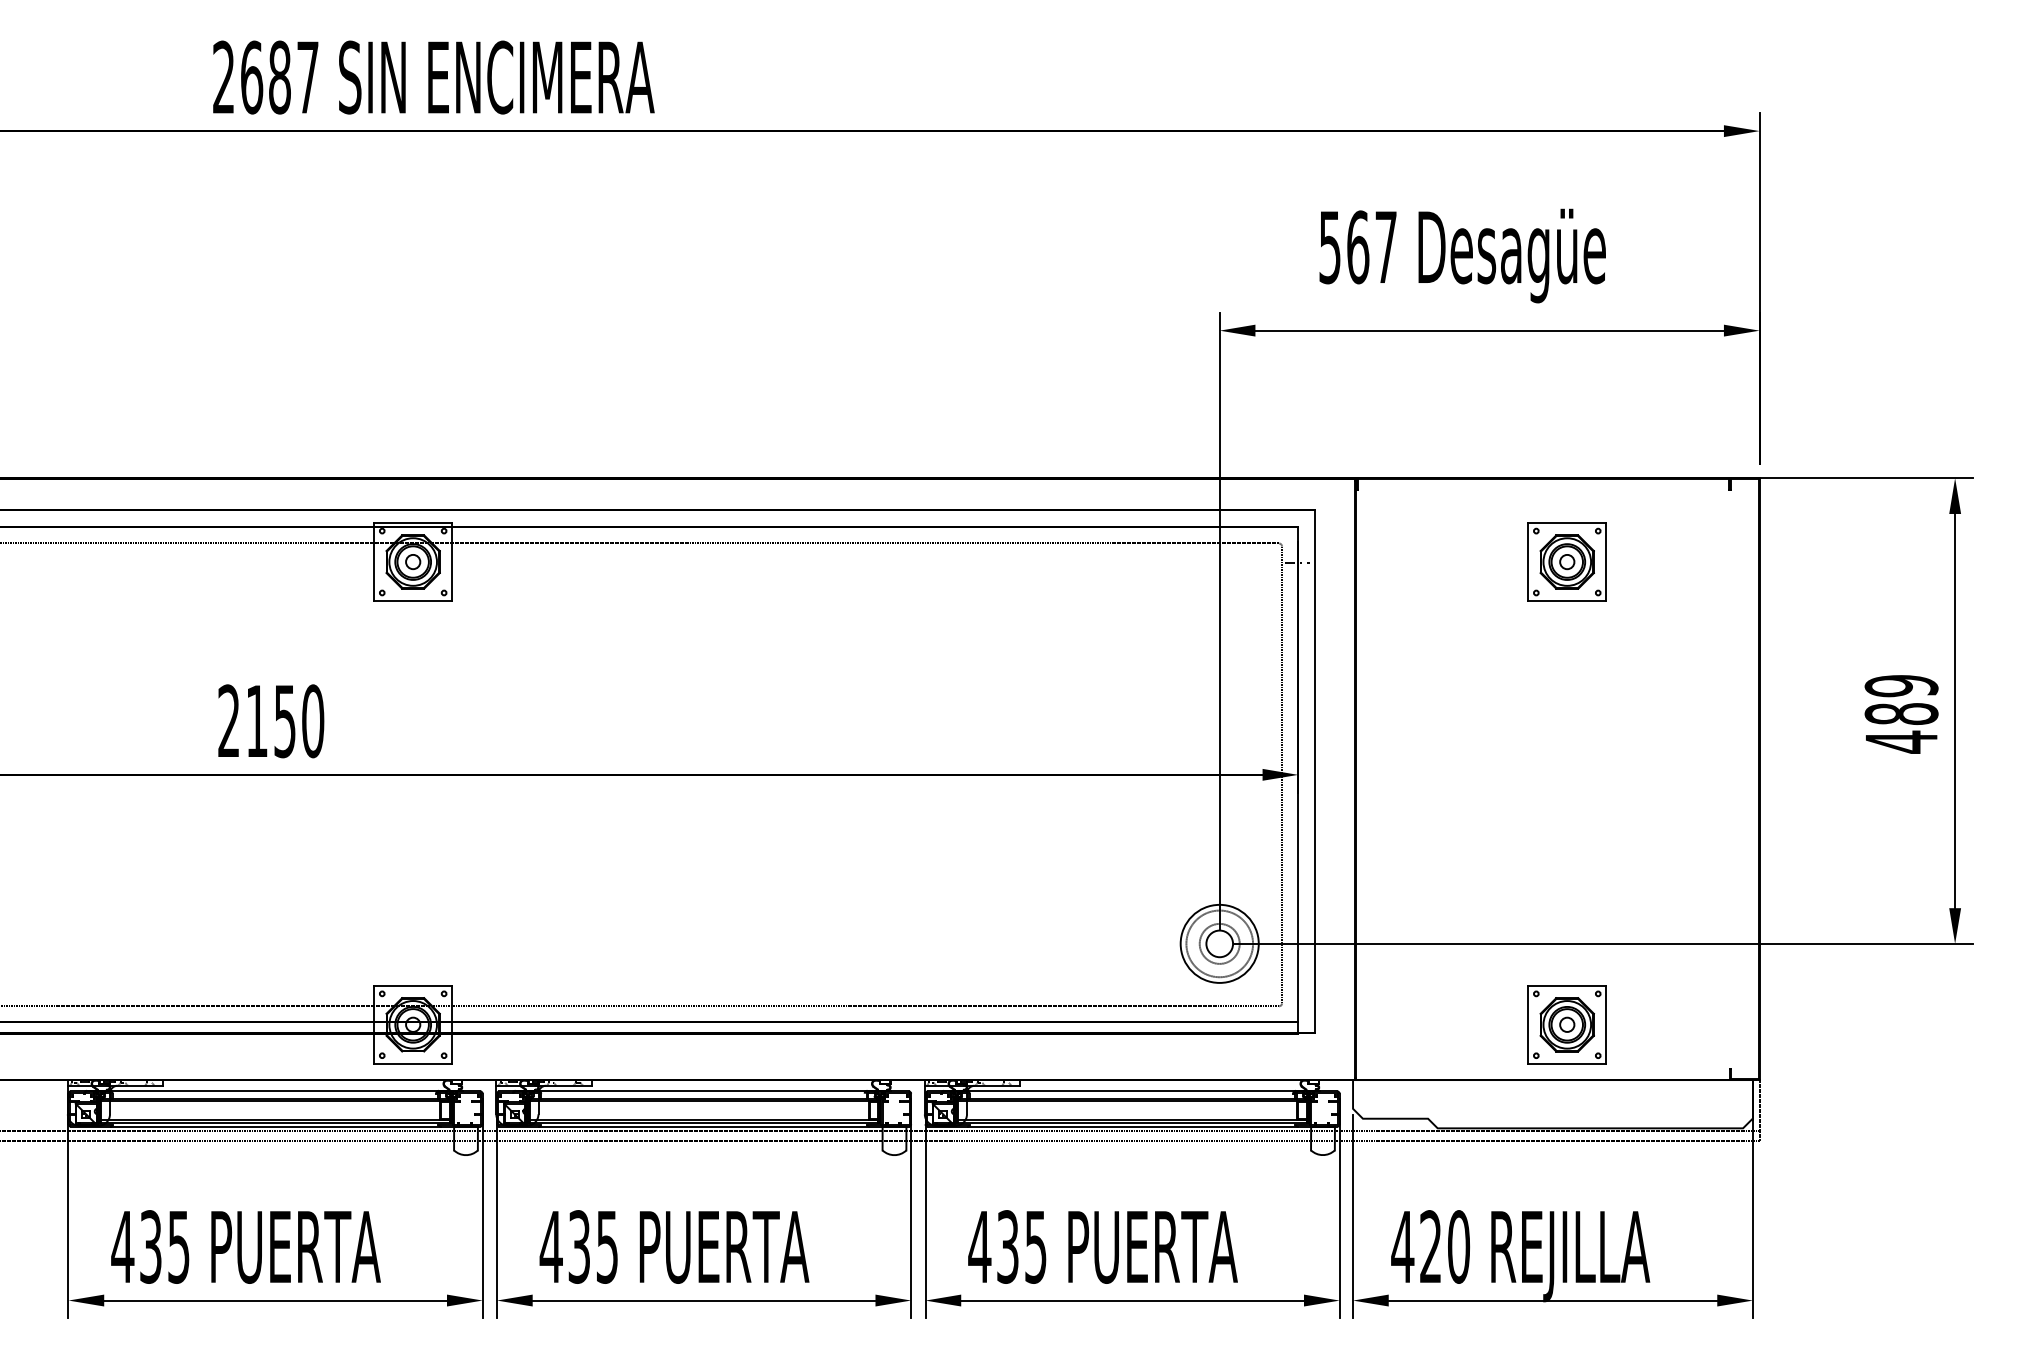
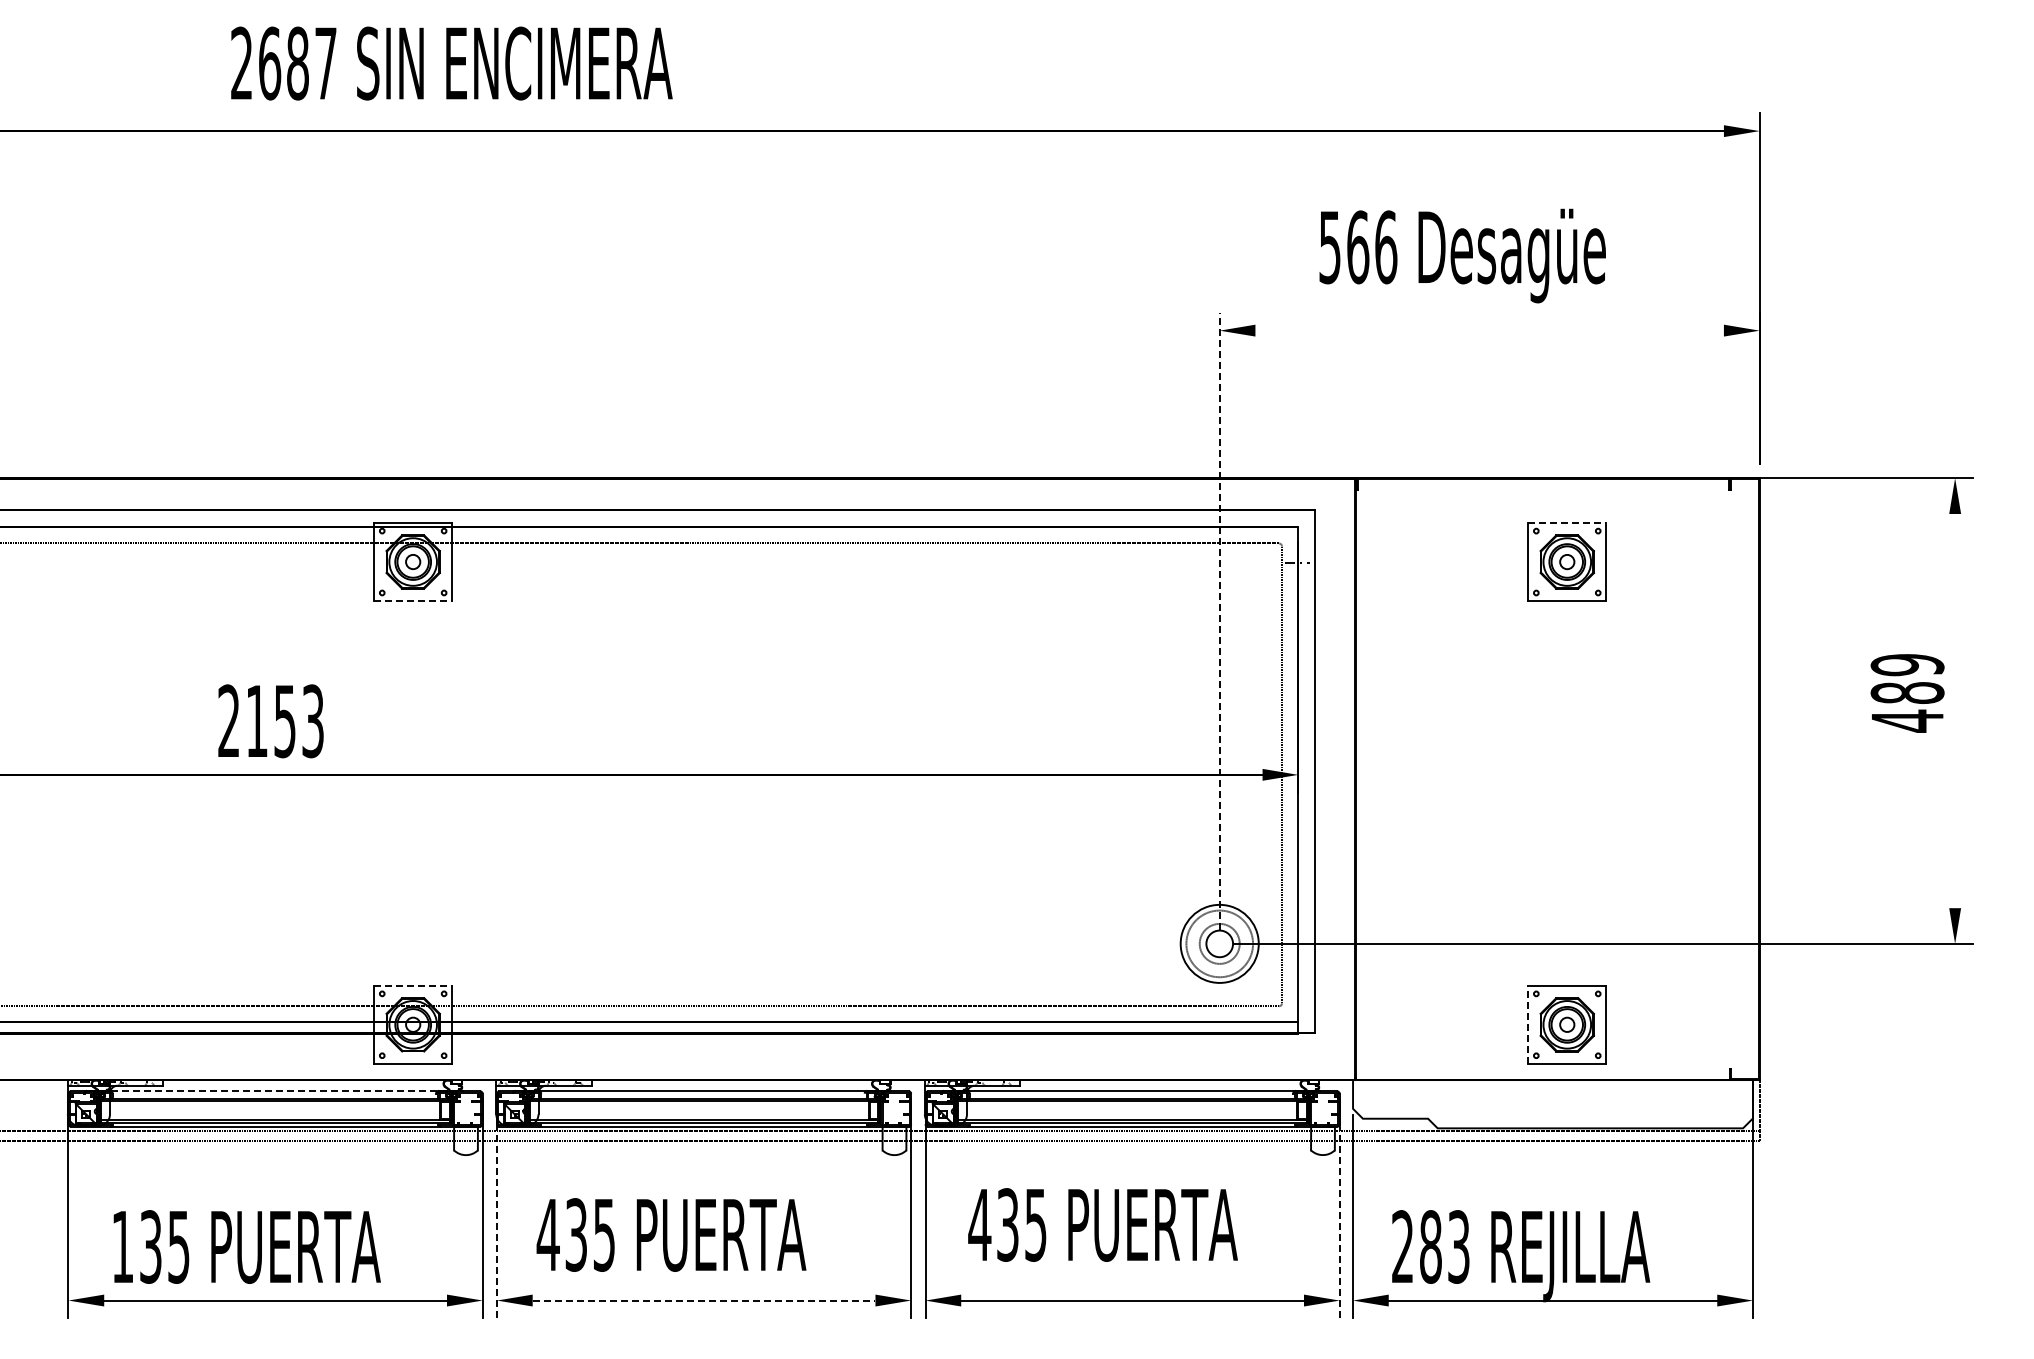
text at (433, 77) position: (433, 77) -> (451, 63)
text at (1386, 247): 567 -> 566
line at (1489, 330): present -> none
line at (1567, 523): solid -> dashed
line at (413, 601): solid -> dashed
line at (1219, 620): solid -> dashed
line at (1955, 710): present -> none
text at (1901, 714) position: (1901, 714) -> (1907, 693)
text at (313, 721): 2150 -> 2153
line at (413, 985): solid -> dashed
line at (1528, 1024): solid -> dashed
line at (276, 1091): solid -> dashed
line at (496, 1221): solid -> dashed
line at (1339, 1221): solid -> dashed
text at (122, 1246): 435 -> 135
text at (674, 1246) position: (674, 1246) -> (671, 1234)
text at (1102, 1246) position: (1102, 1246) -> (1102, 1224)
text at (1430, 1246): 420 -> 283
line at (704, 1300): solid -> dashed
